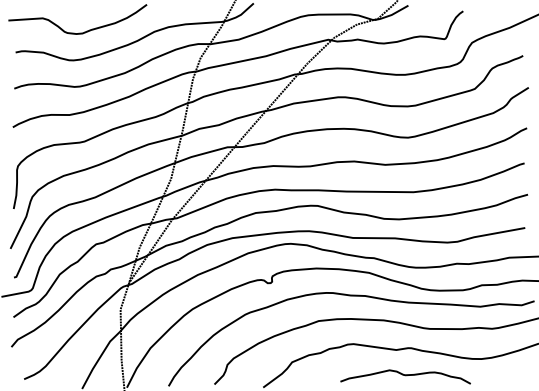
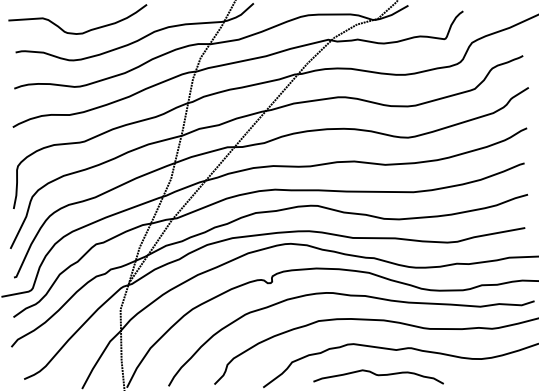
part at (405, 376) position: (405, 376) -> (378, 376)
